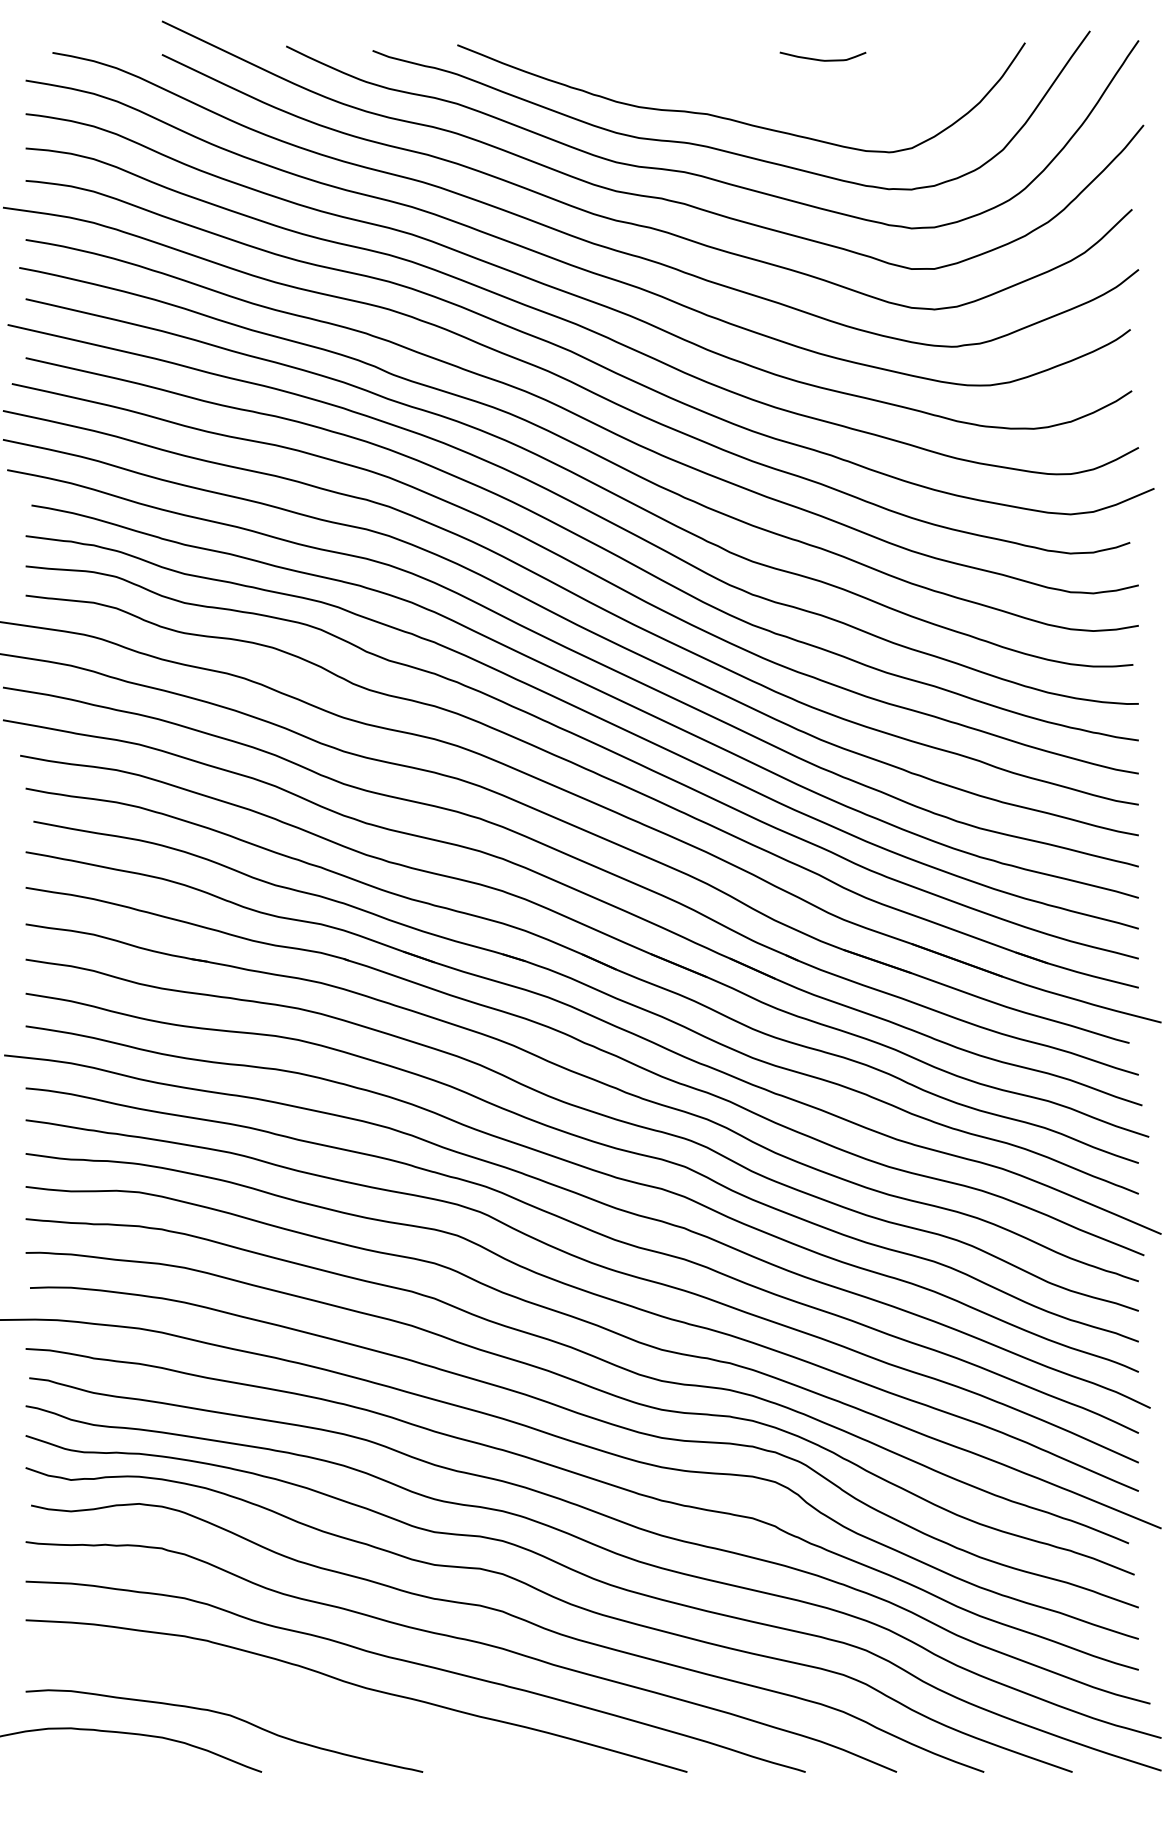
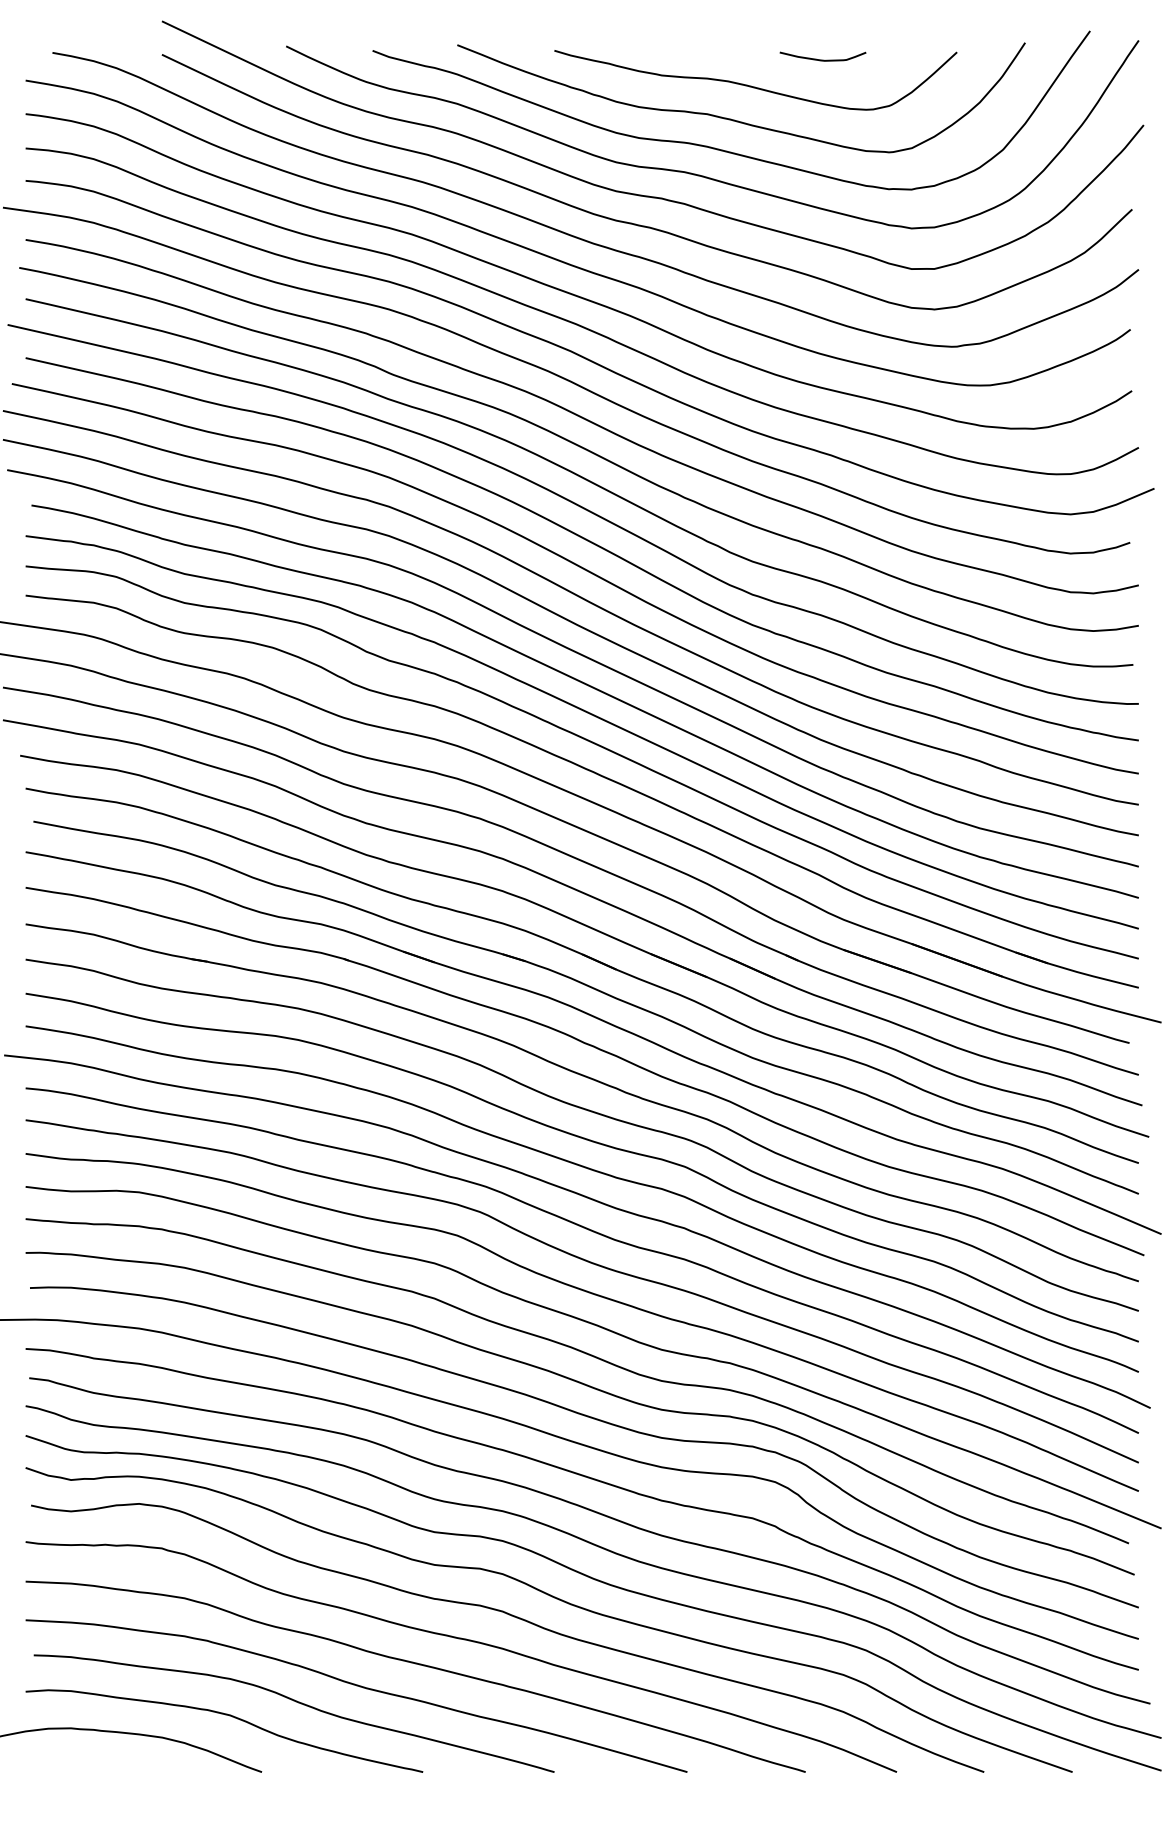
curve at (755, 86): none -> present
curve at (298, 1703): none -> present
